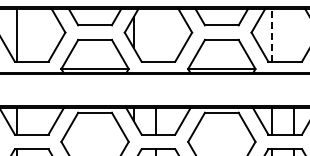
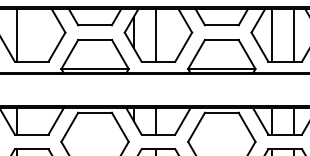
line at (155, 34): none -> present
line at (293, 34): none -> present
line at (272, 35): dashed -> solid
